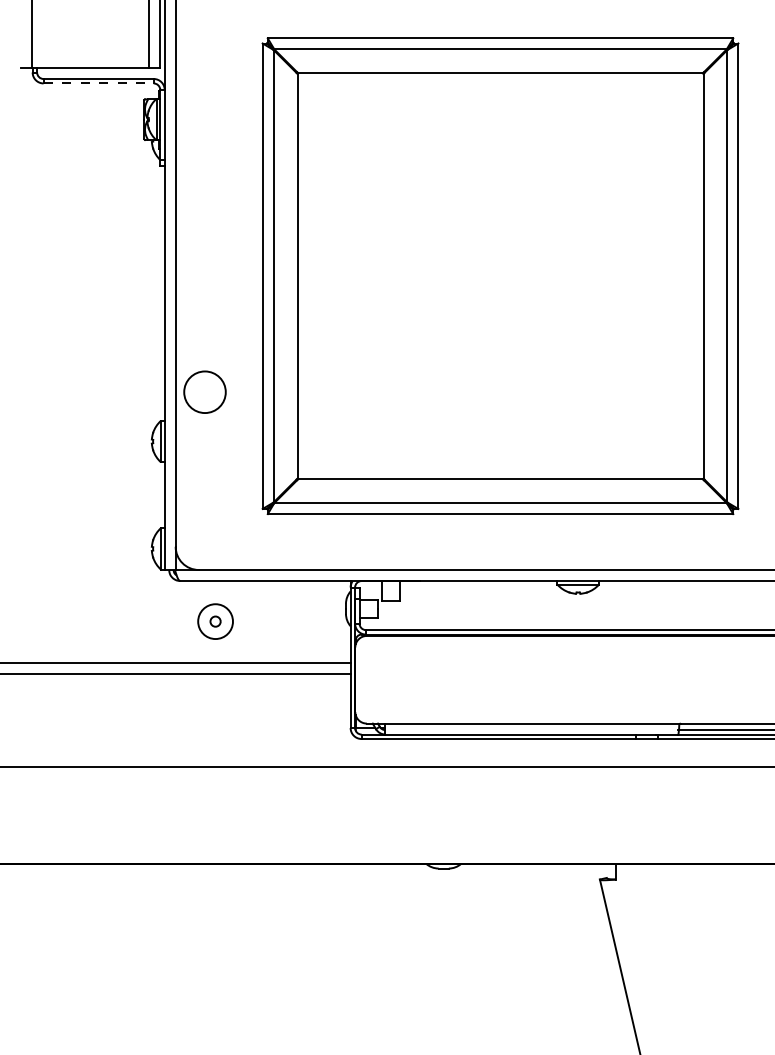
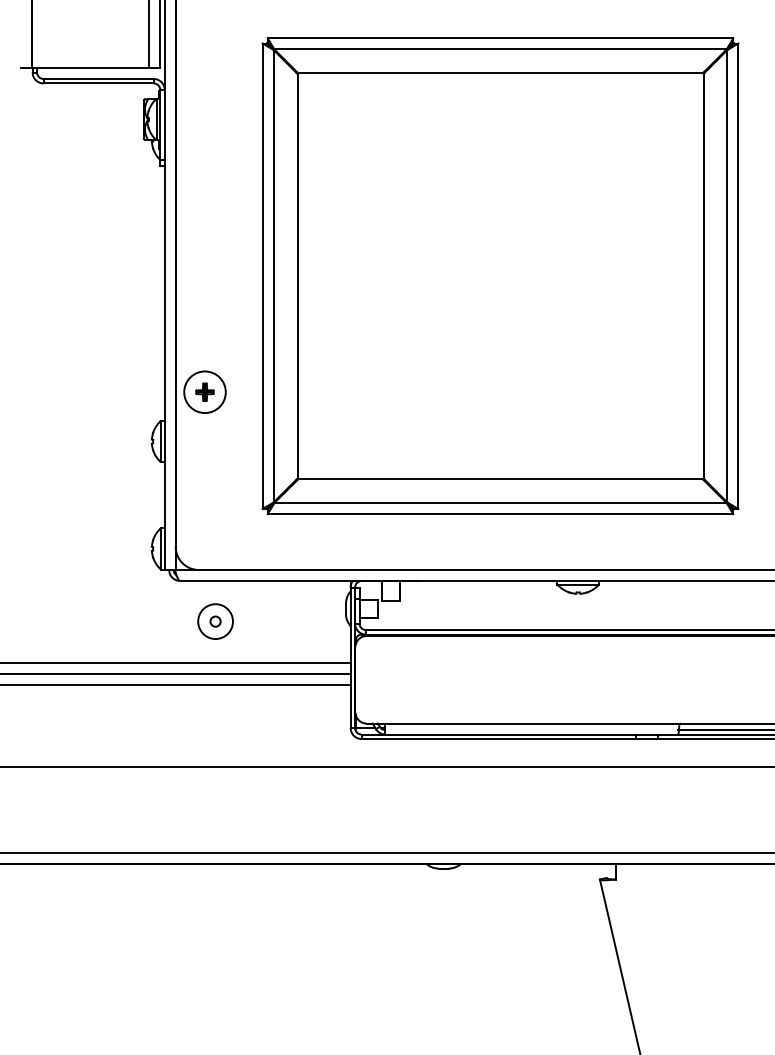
line at (99, 83): dashed -> solid
part at (204, 391): none -> present
line at (176, 684): none -> present
line at (386, 852): none -> present
